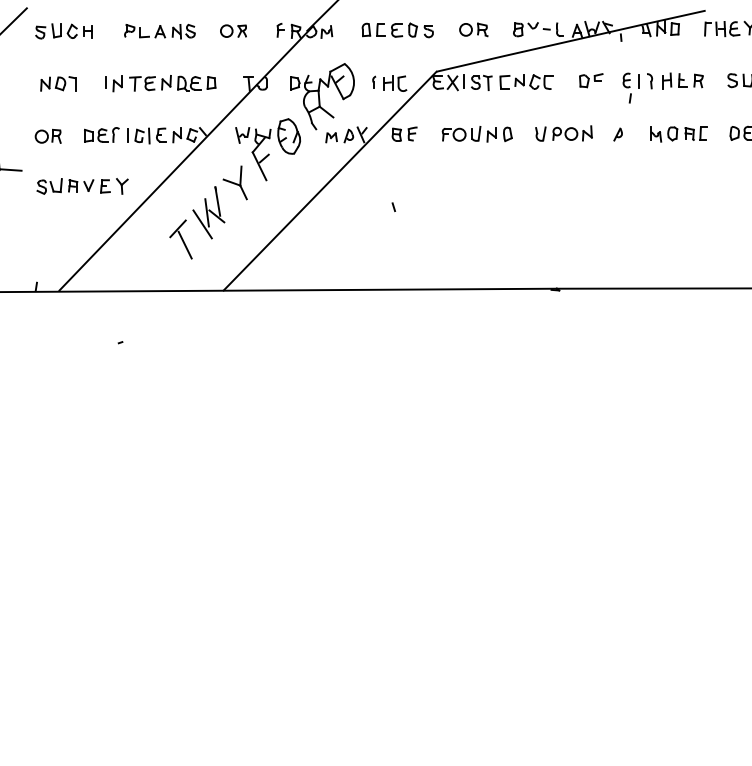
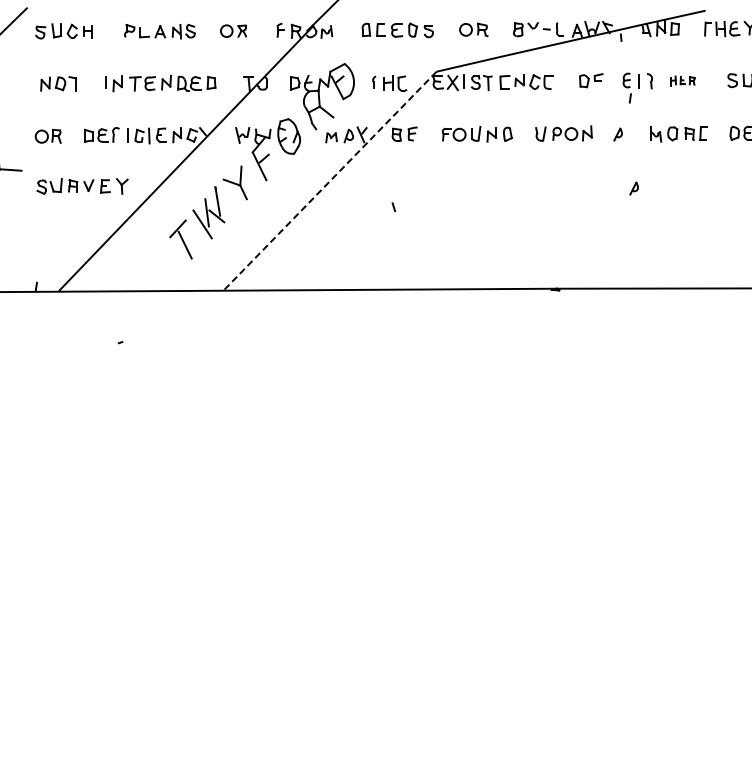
part at (682, 80) size: 42x18 px -> 26x12 px
line at (330, 181): solid -> dashed
part at (633, 188): none -> present
